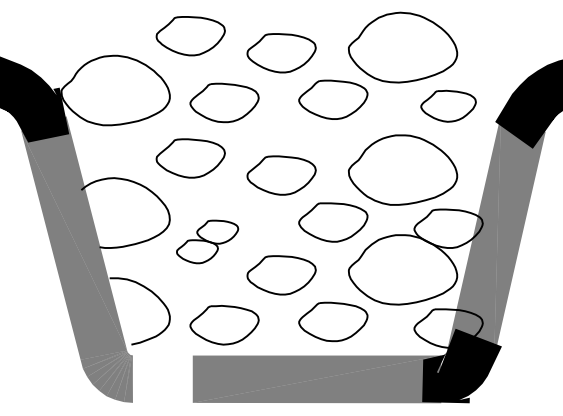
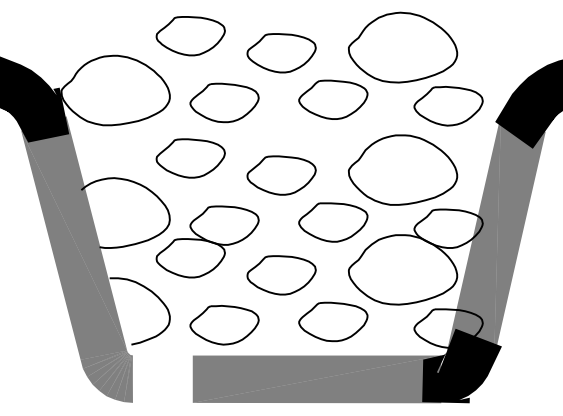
part at (448, 105) size: 57x34 px -> 71x41 px
part at (207, 241) size: 64x46 px -> 105x74 px
